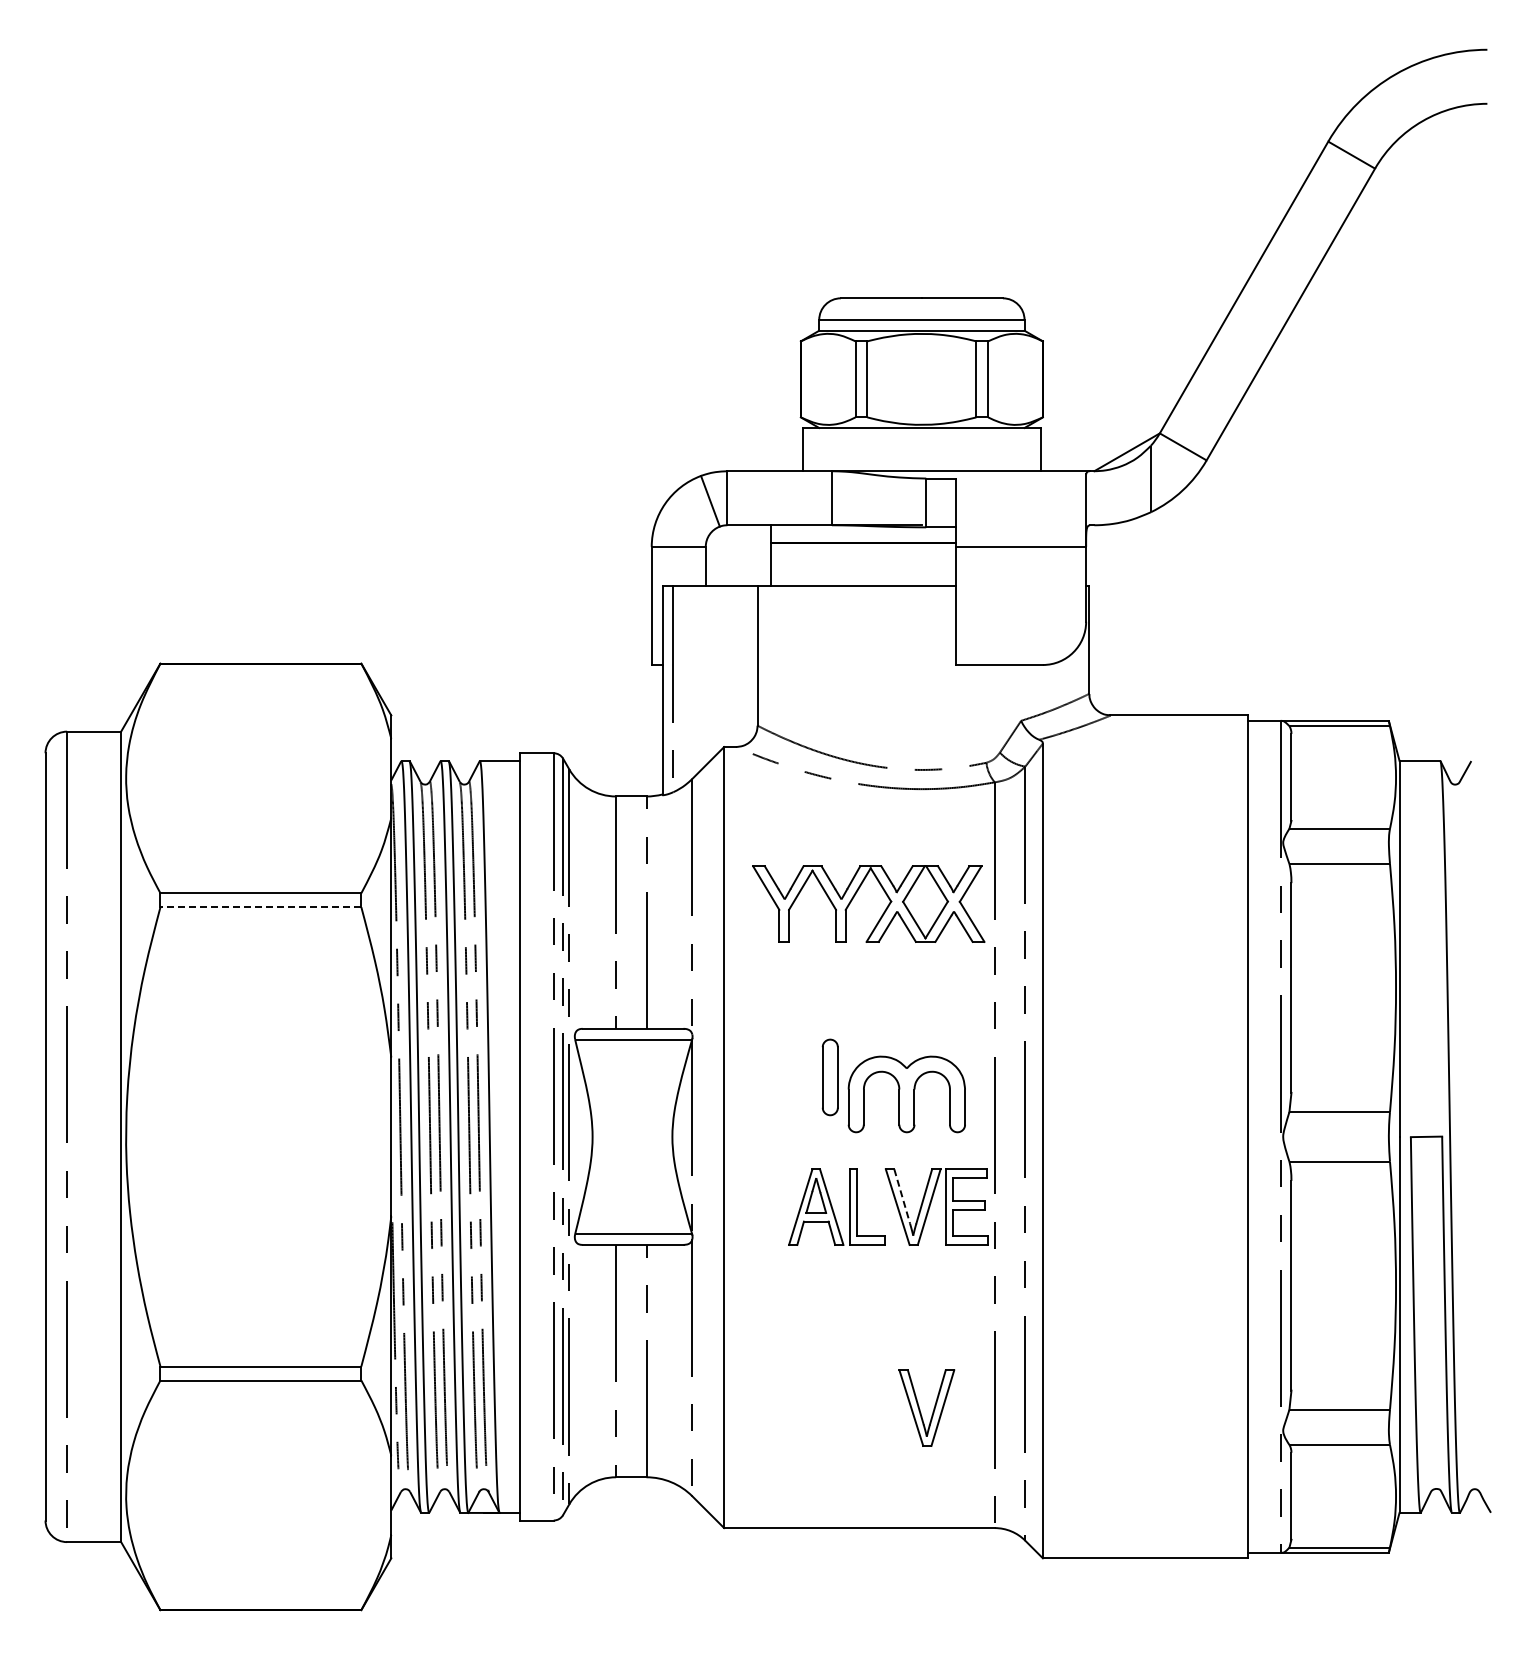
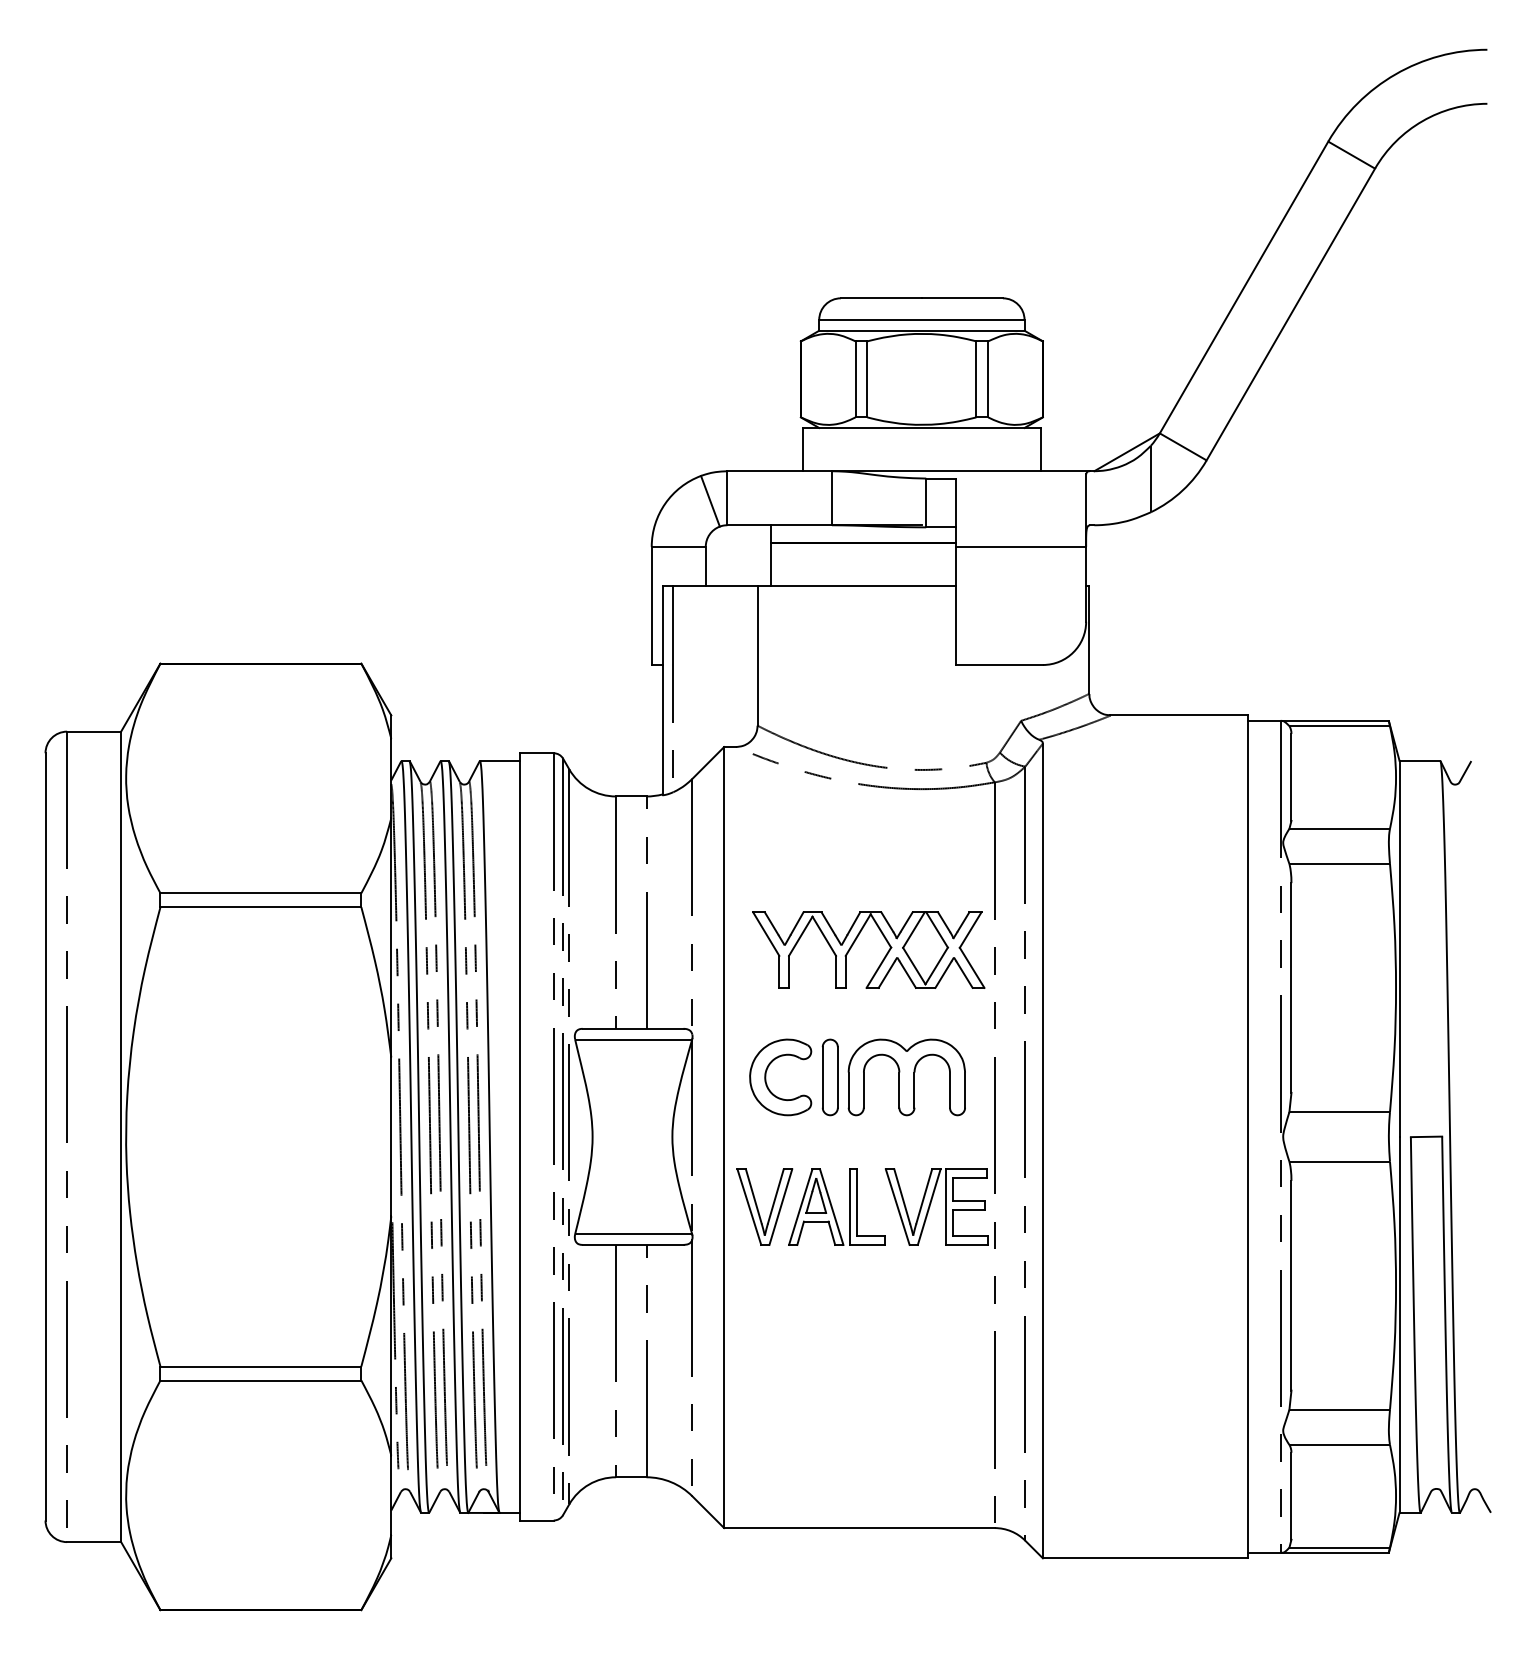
part at (856, 894) position: (856, 894) -> (856, 940)
line at (260, 907): dashed -> solid
part at (766, 1077): none -> present
part at (906, 1094) position: (906, 1094) -> (906, 1077)
line at (902, 1196): dashed -> solid
part at (920, 1409) position: (920, 1409) -> (758, 1208)
